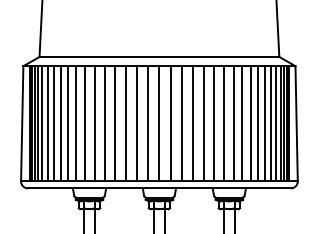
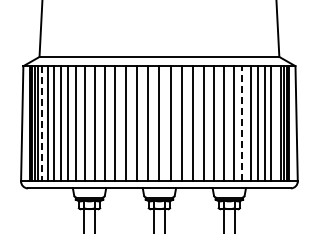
line at (42, 123): solid -> dashed
line at (242, 123): solid -> dashed
line at (276, 123): present -> none
